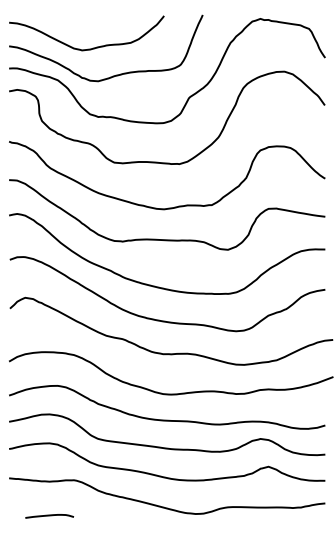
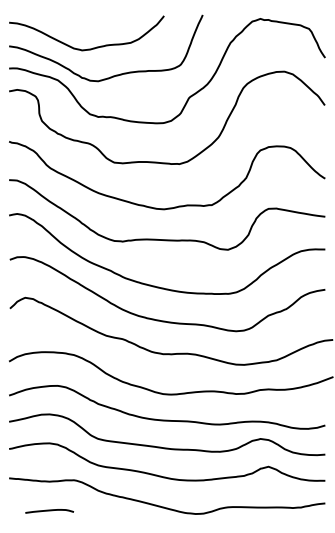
curve at (49, 516) position: (49, 516) -> (49, 511)
